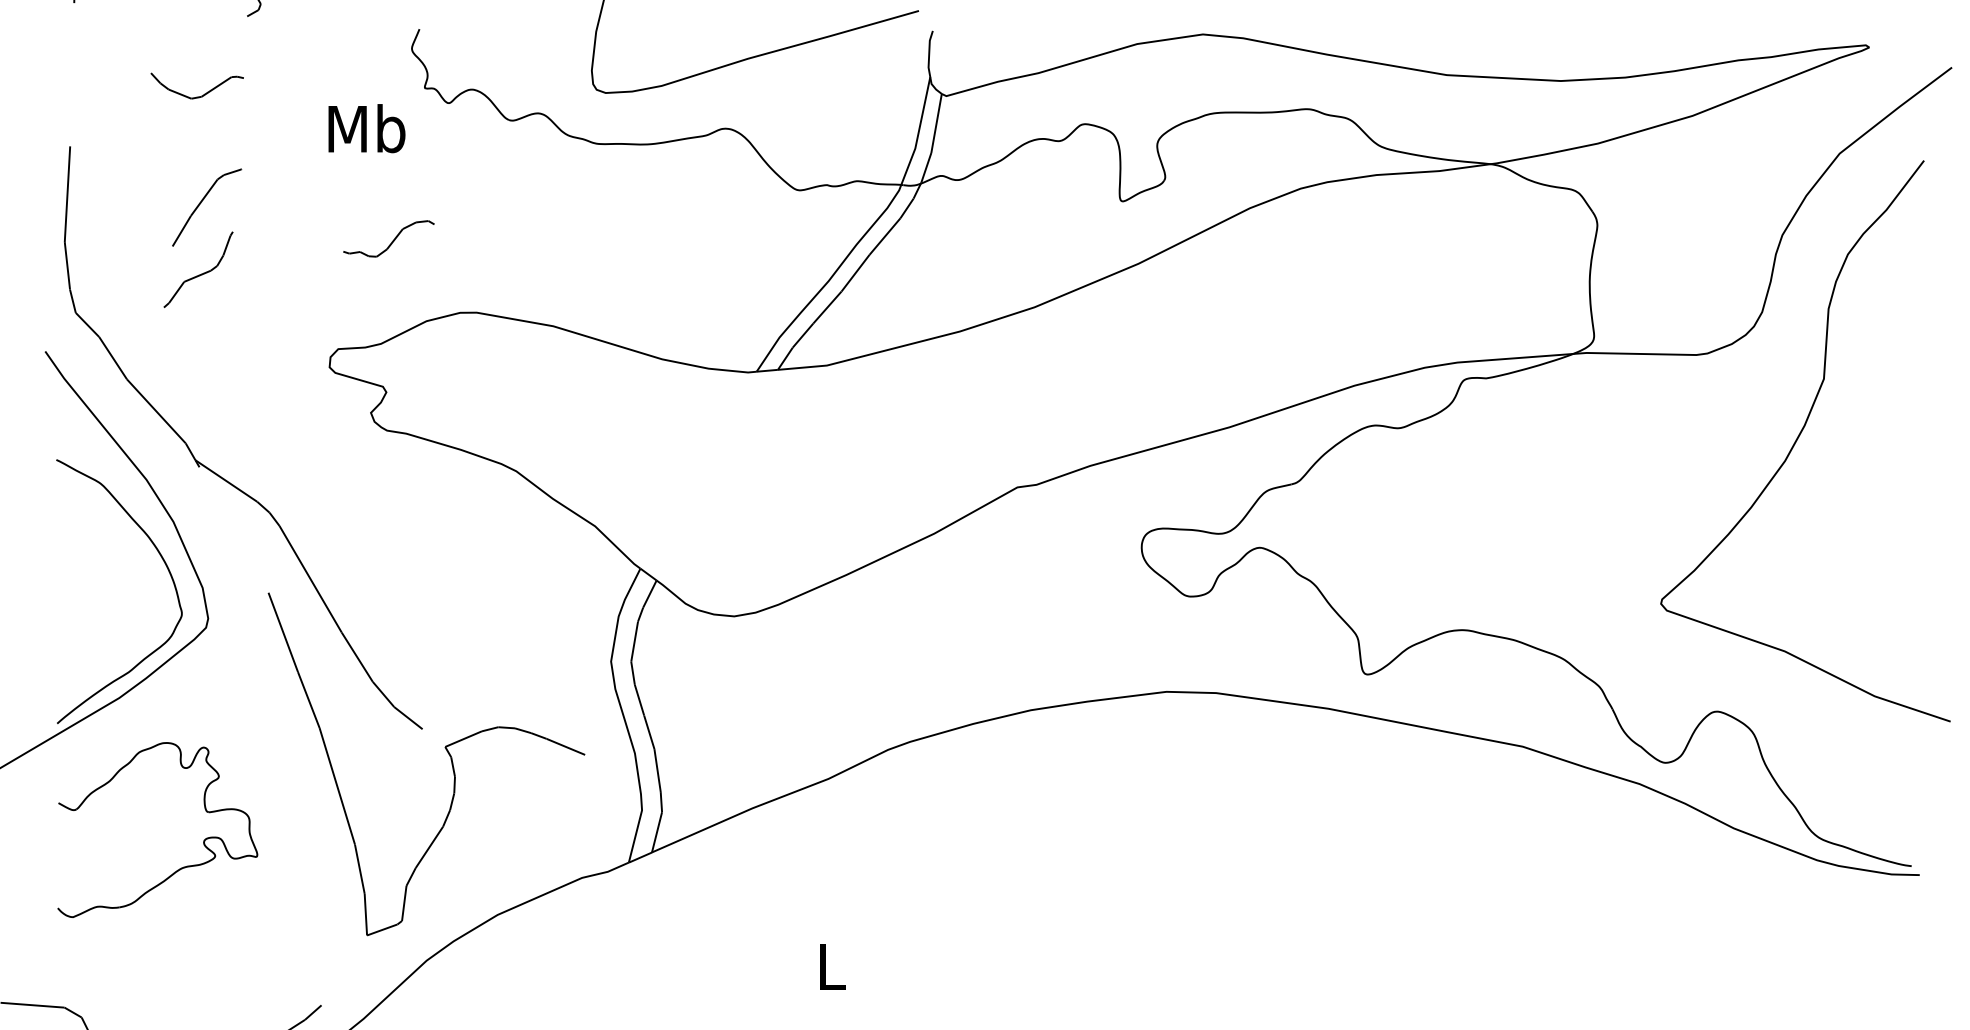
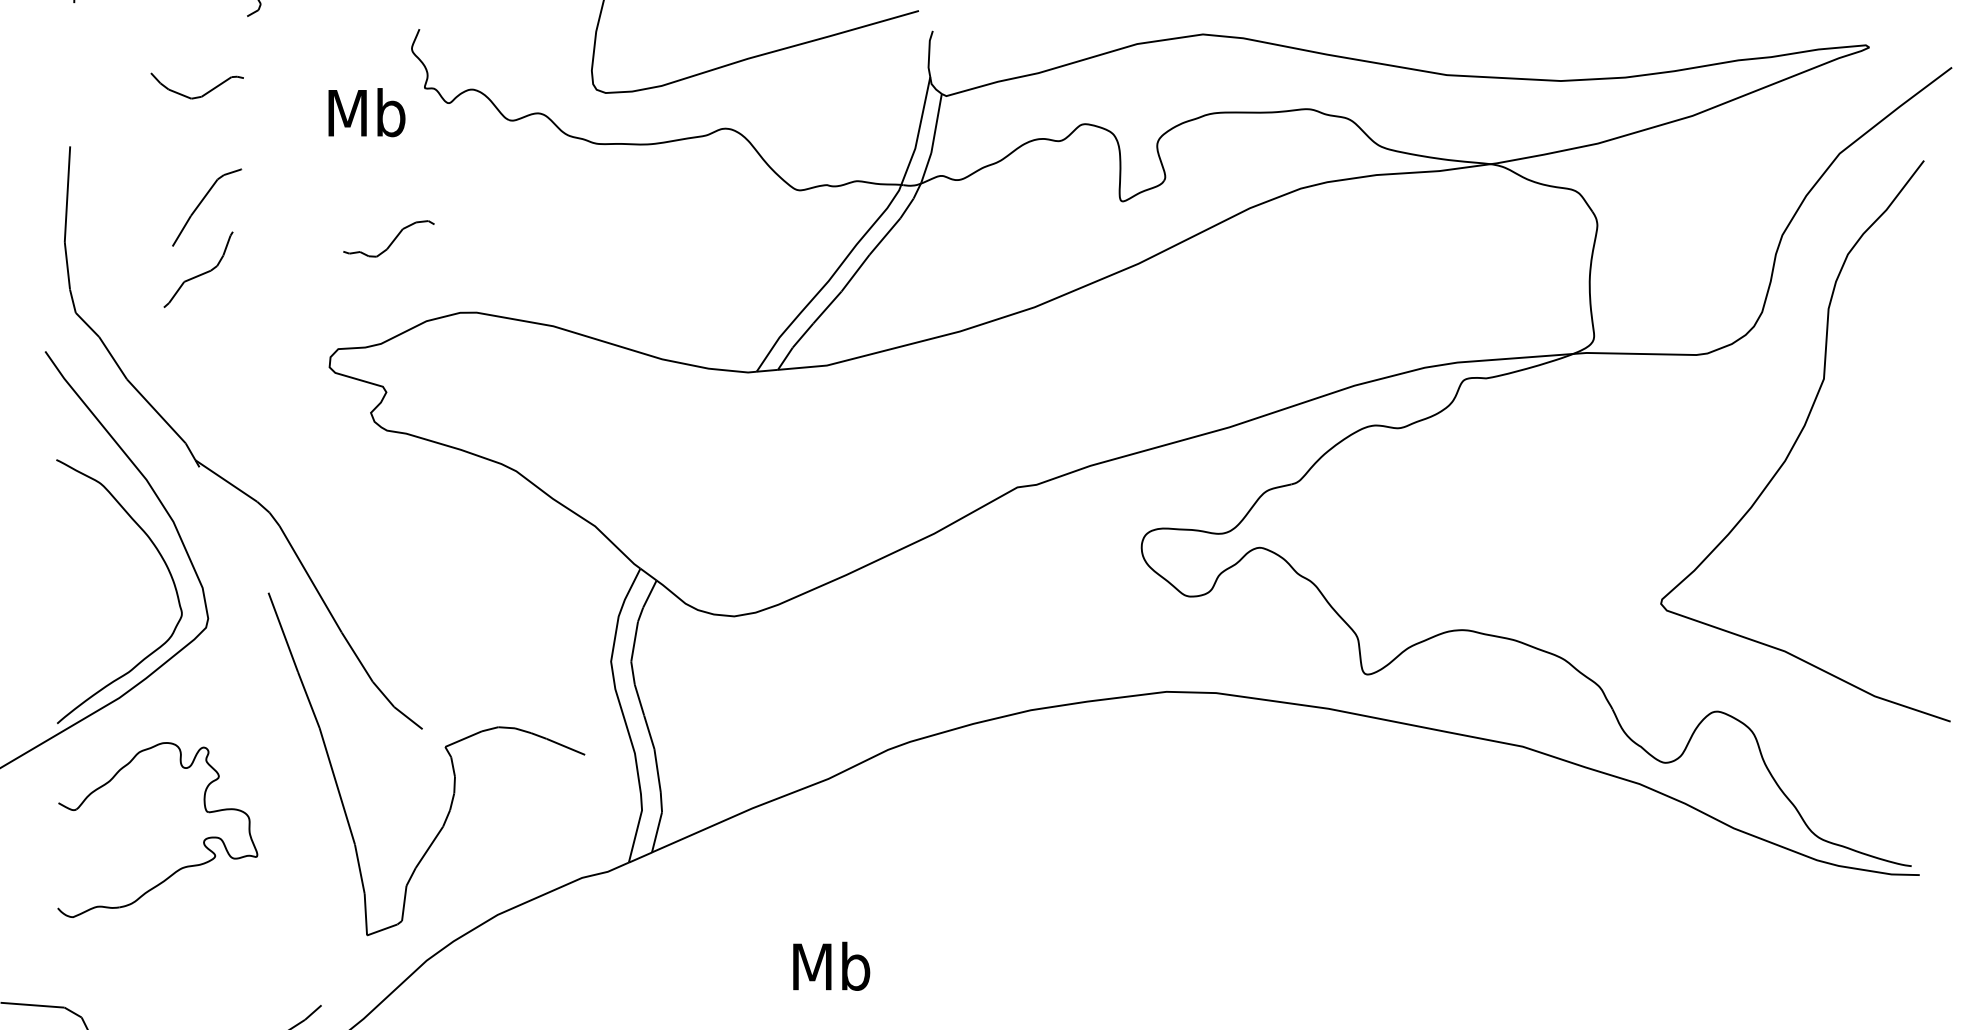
text at (366, 128) position: (366, 128) -> (366, 112)
text at (831, 965): L -> Mb
